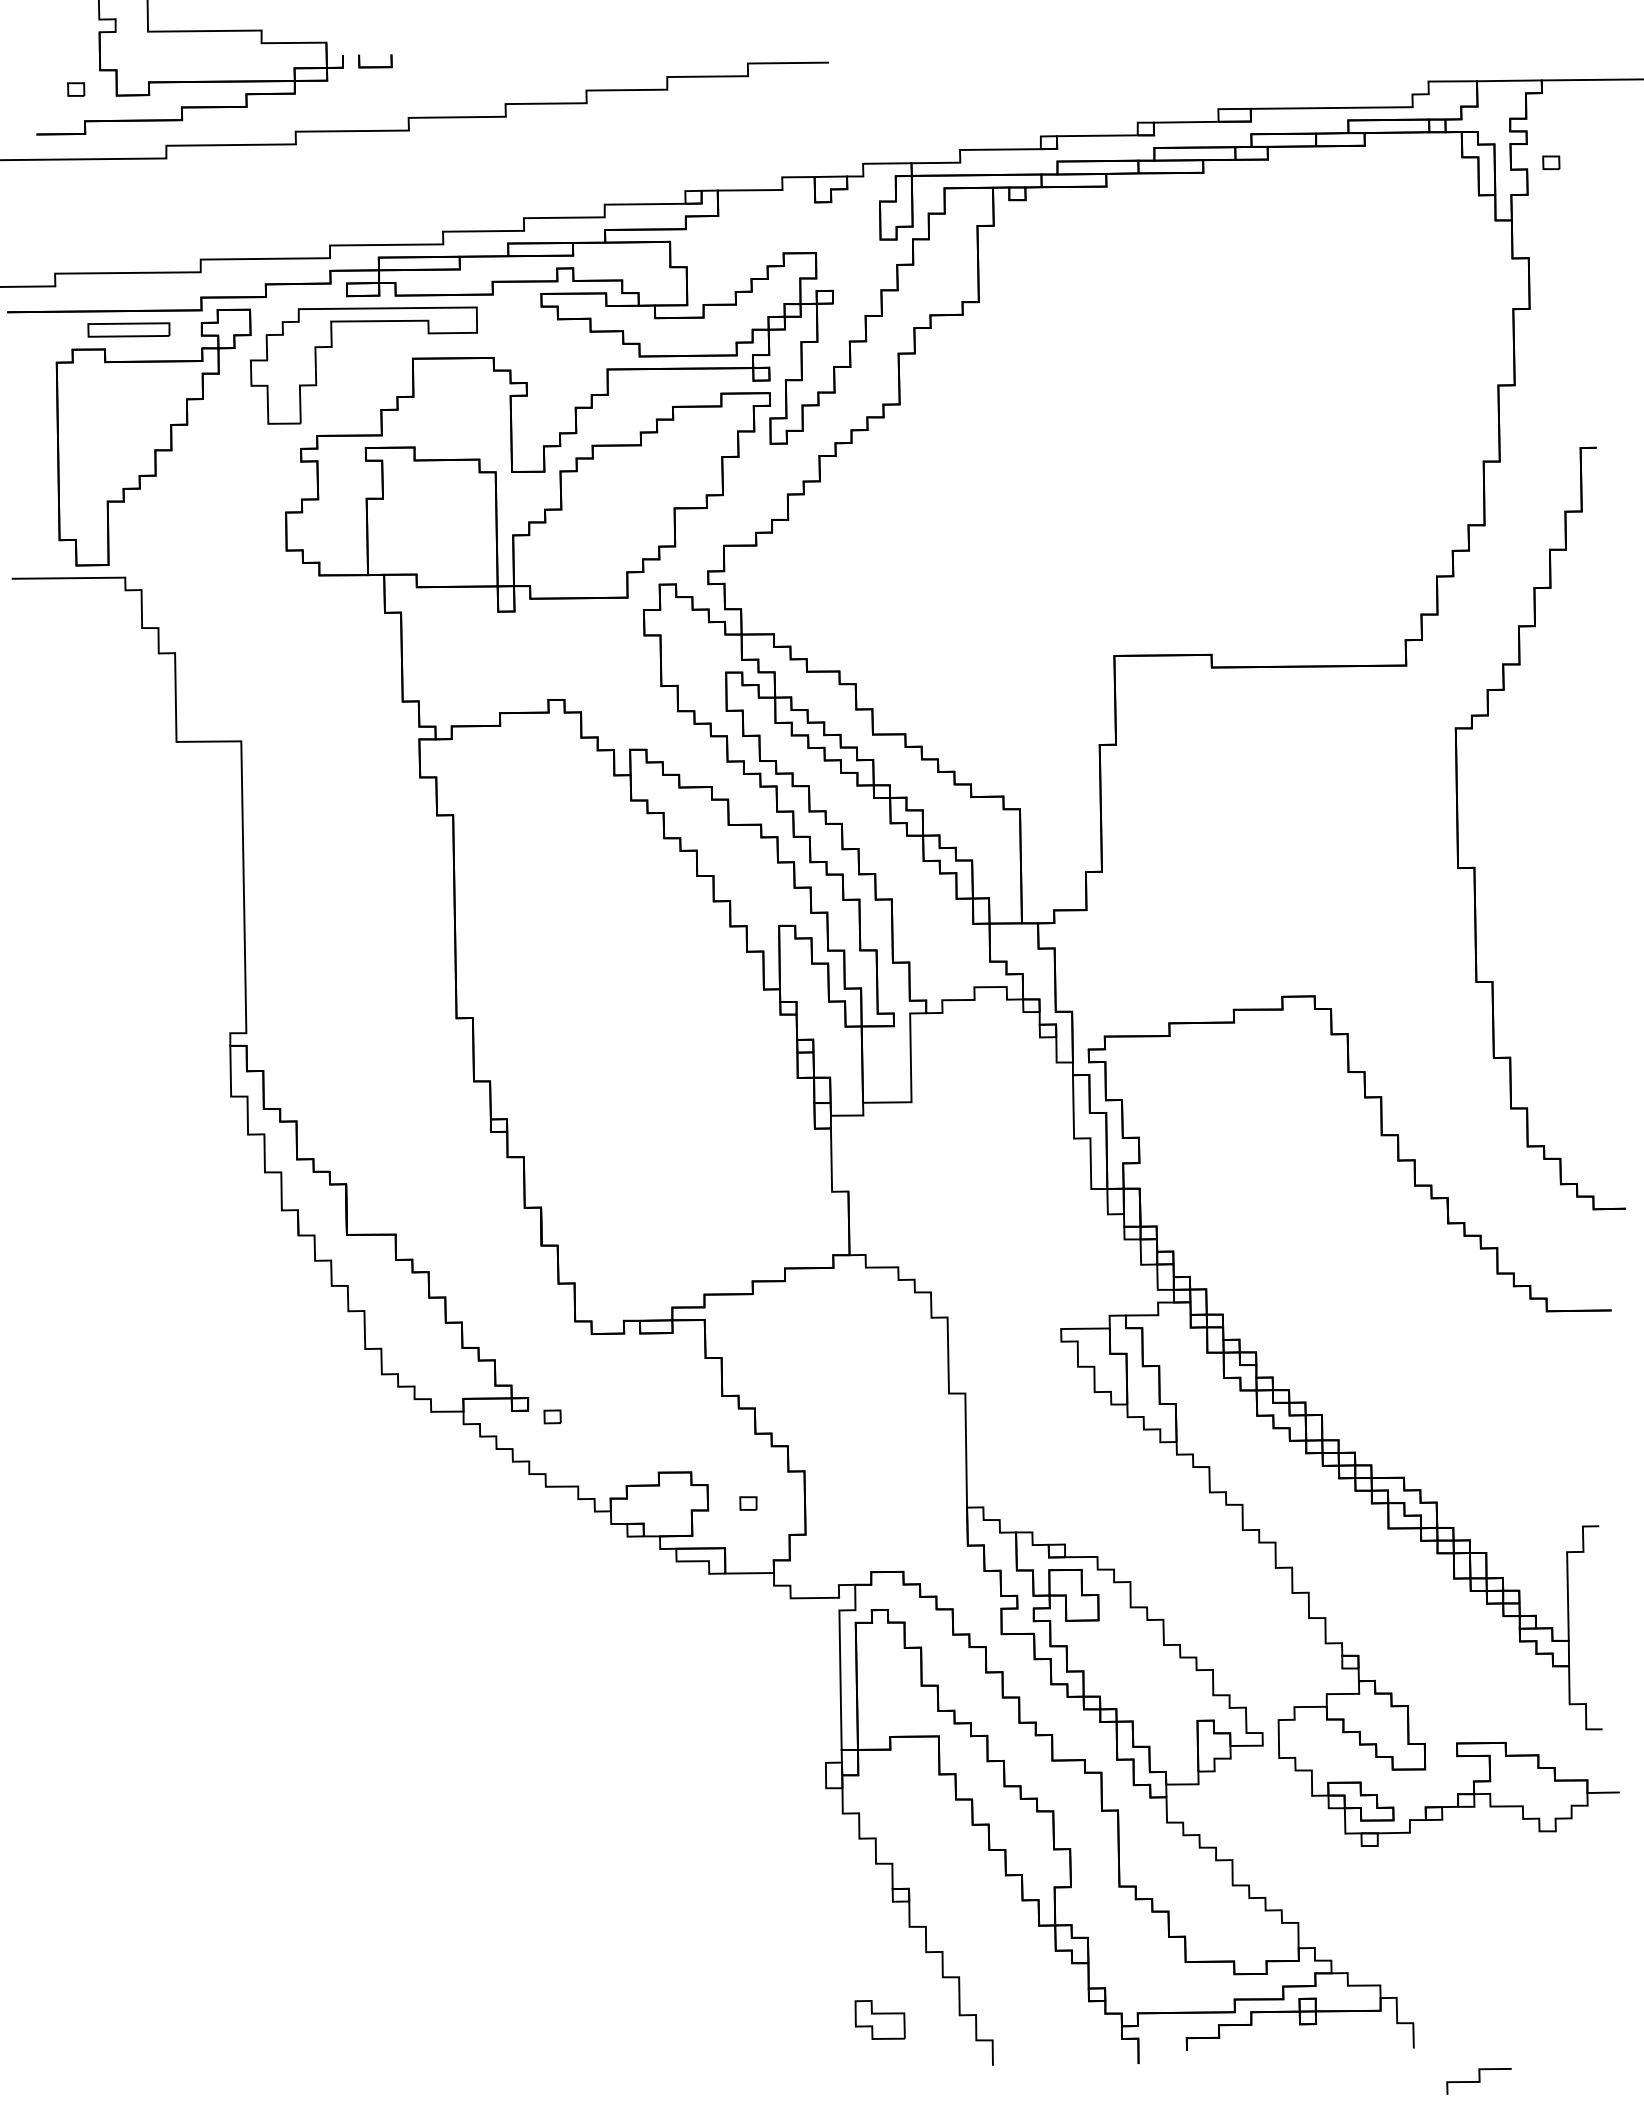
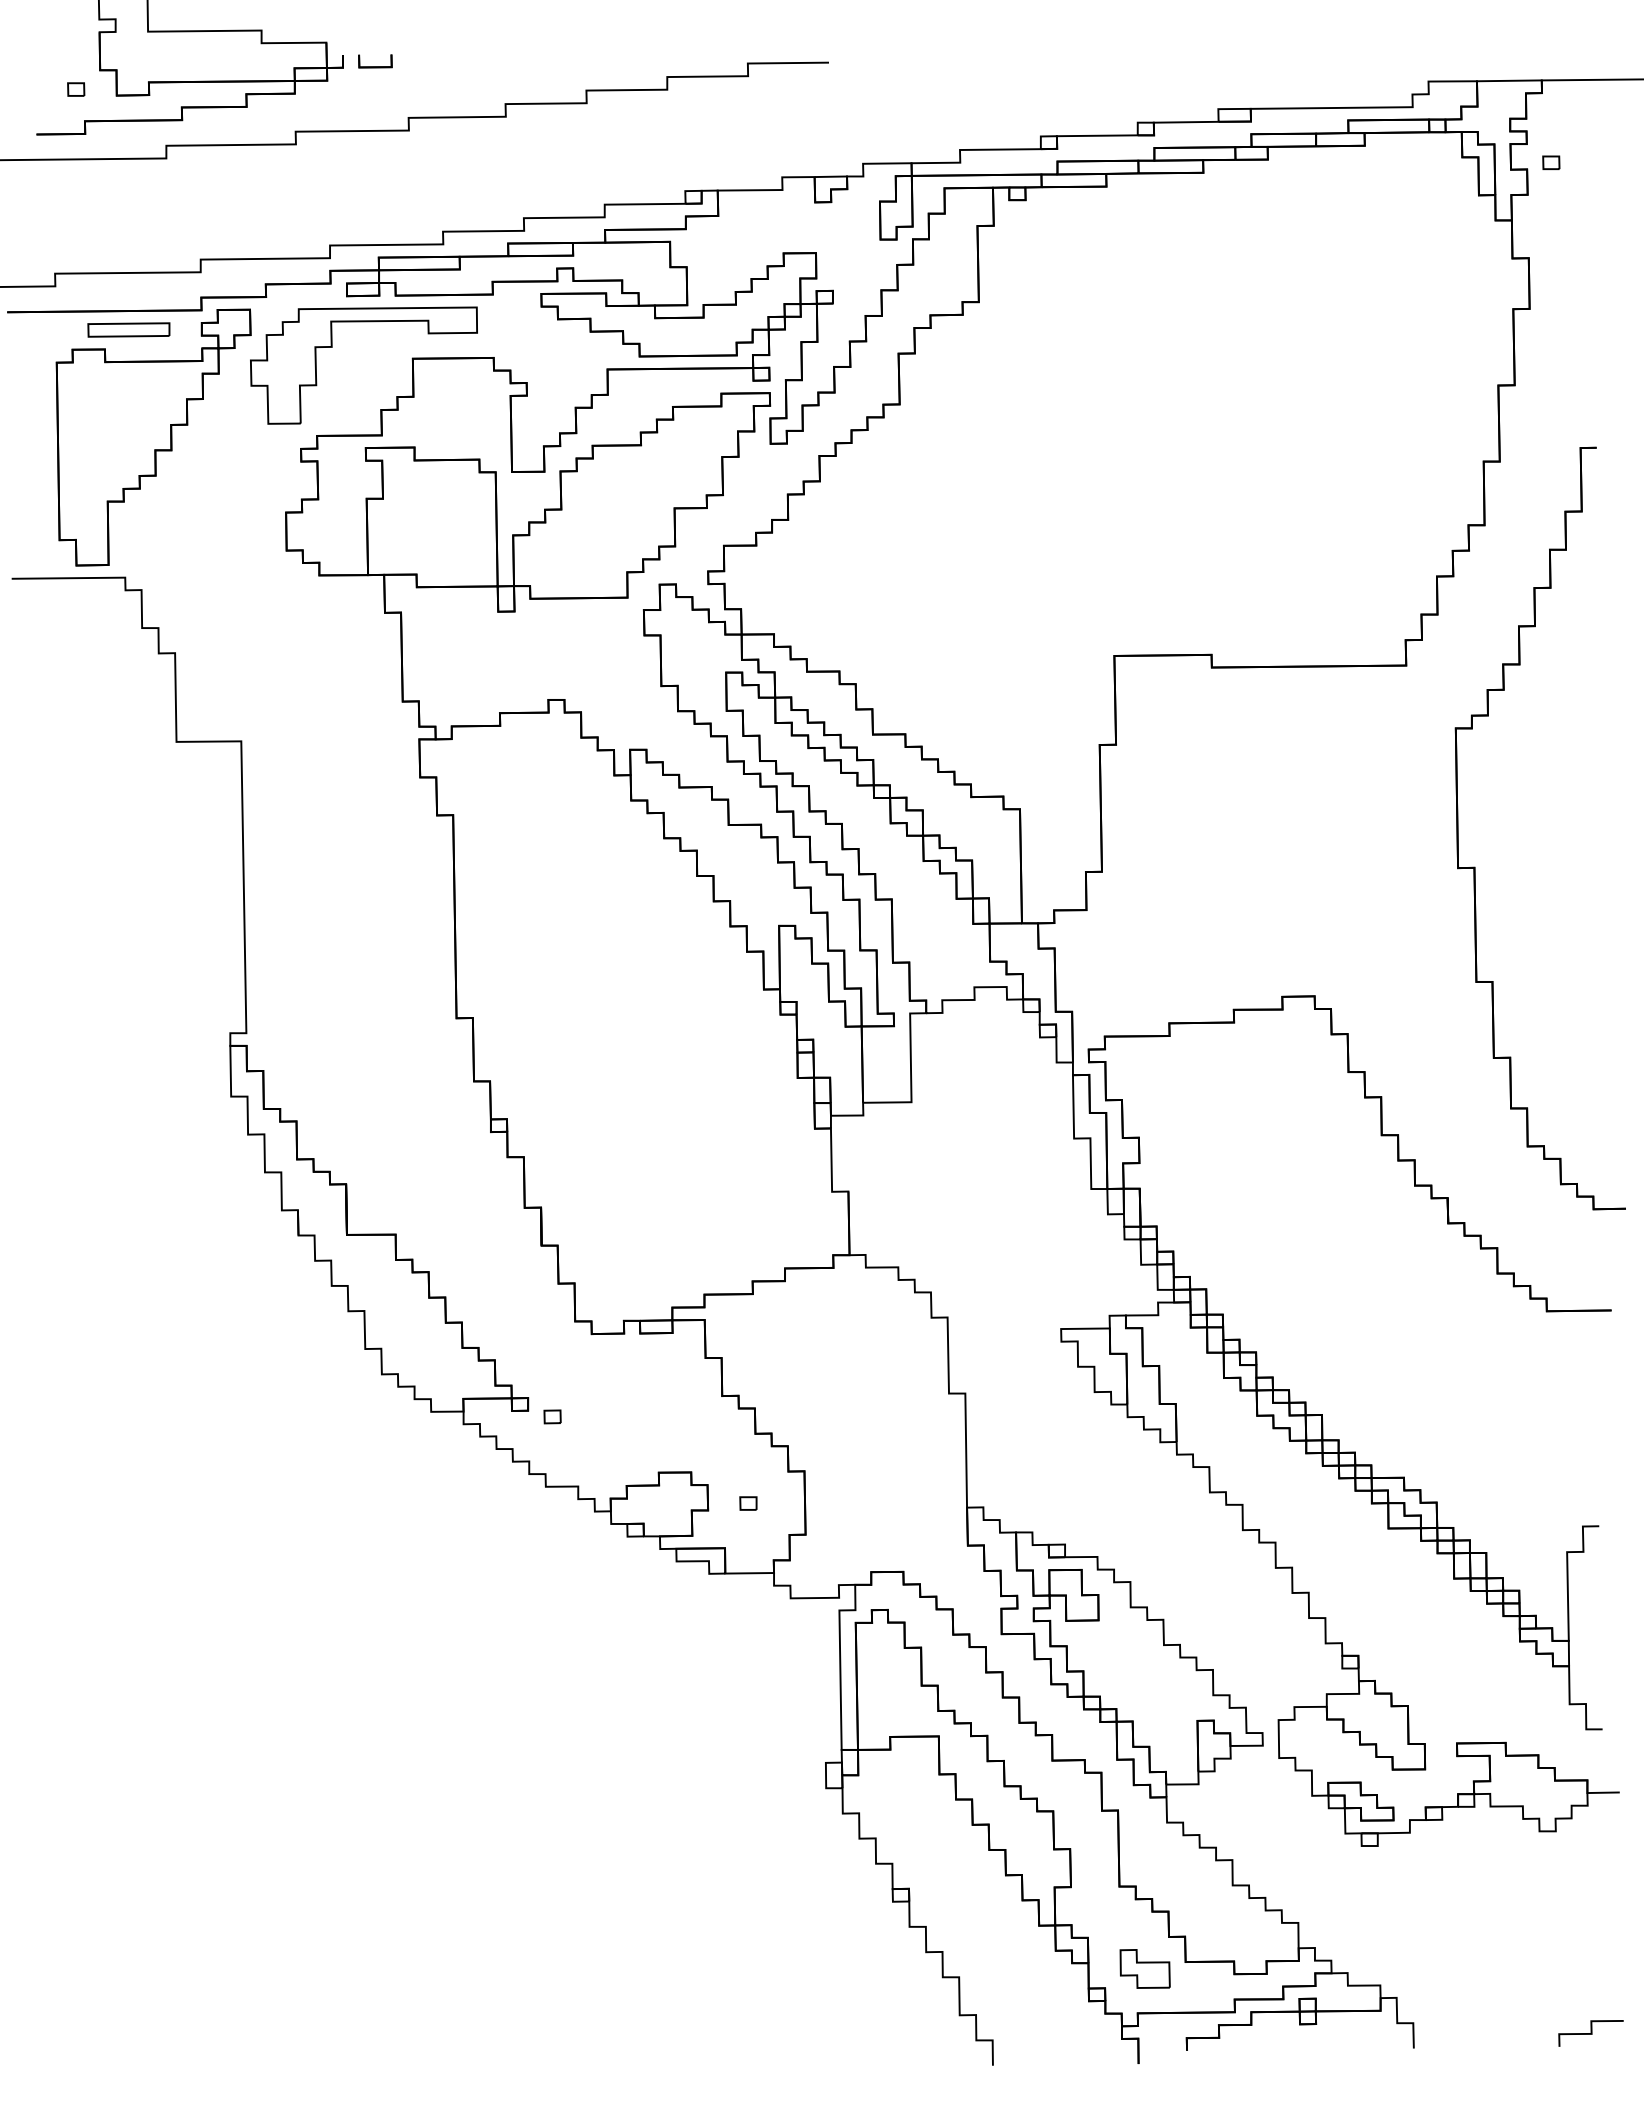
part at (879, 2019) position: (879, 2019) -> (1144, 1968)
line at (1478, 2081) position: (1478, 2081) -> (1590, 2033)
